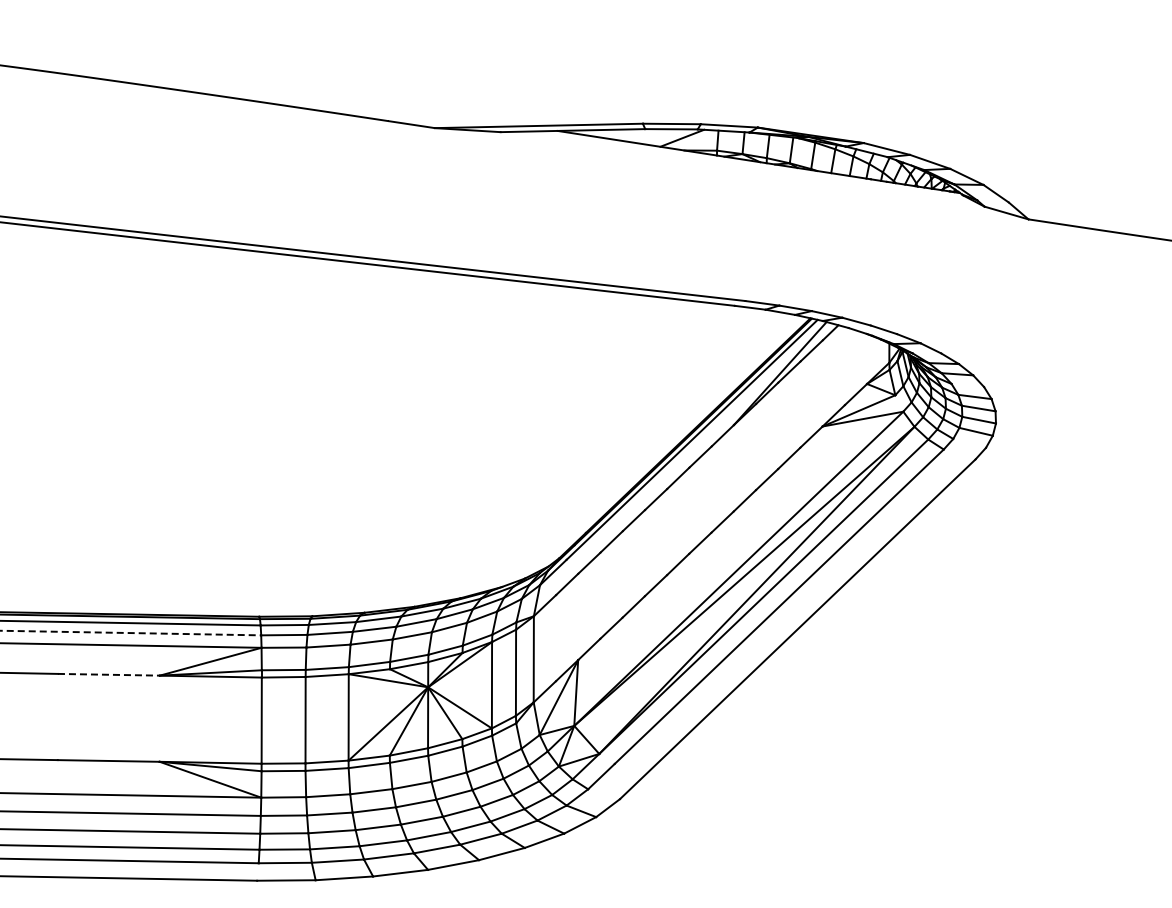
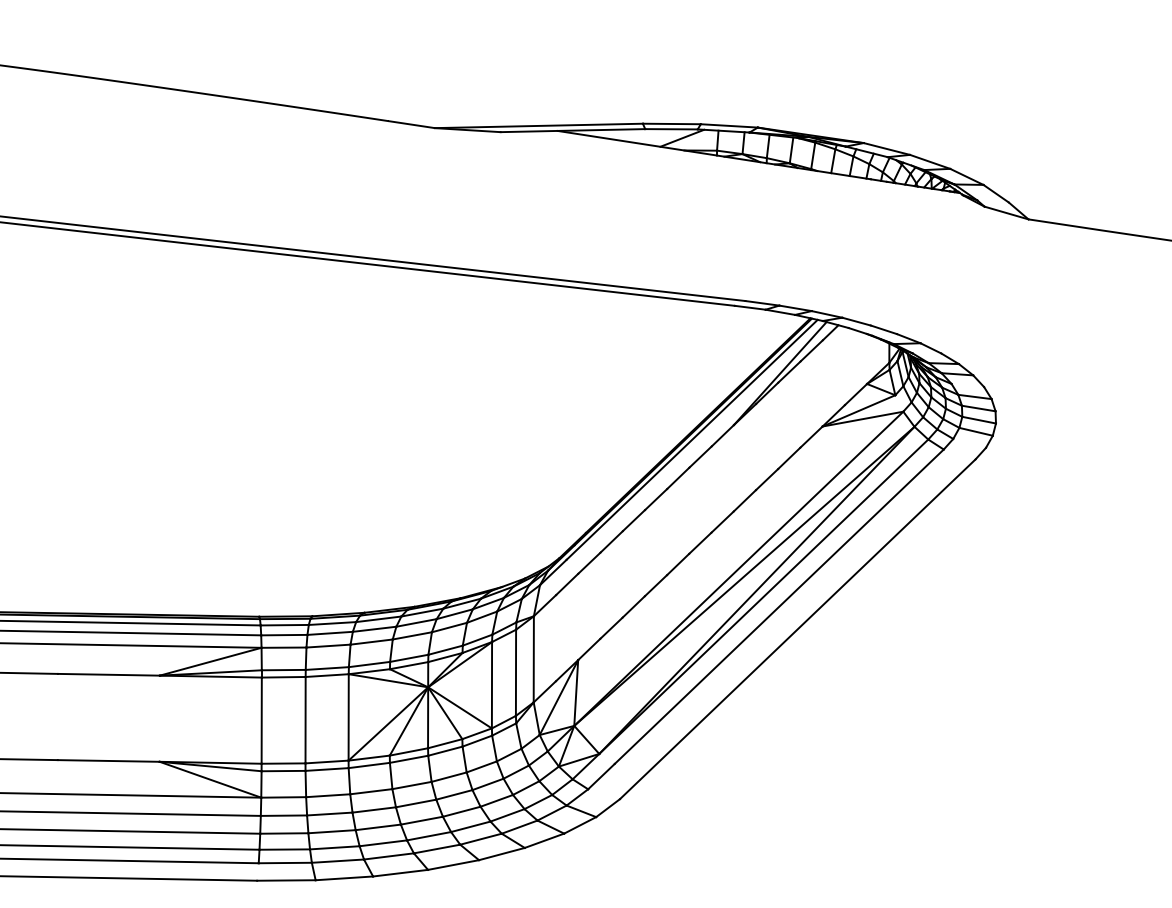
line at (131, 633): dashed -> solid
line at (108, 674): dashed -> solid
